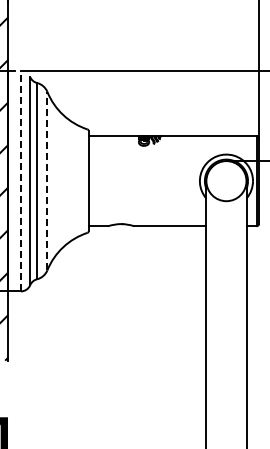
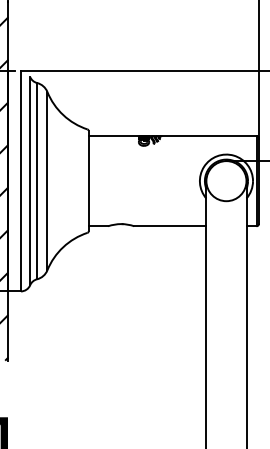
line at (20, 180): dashed -> solid
line at (47, 180): dashed -> solid
